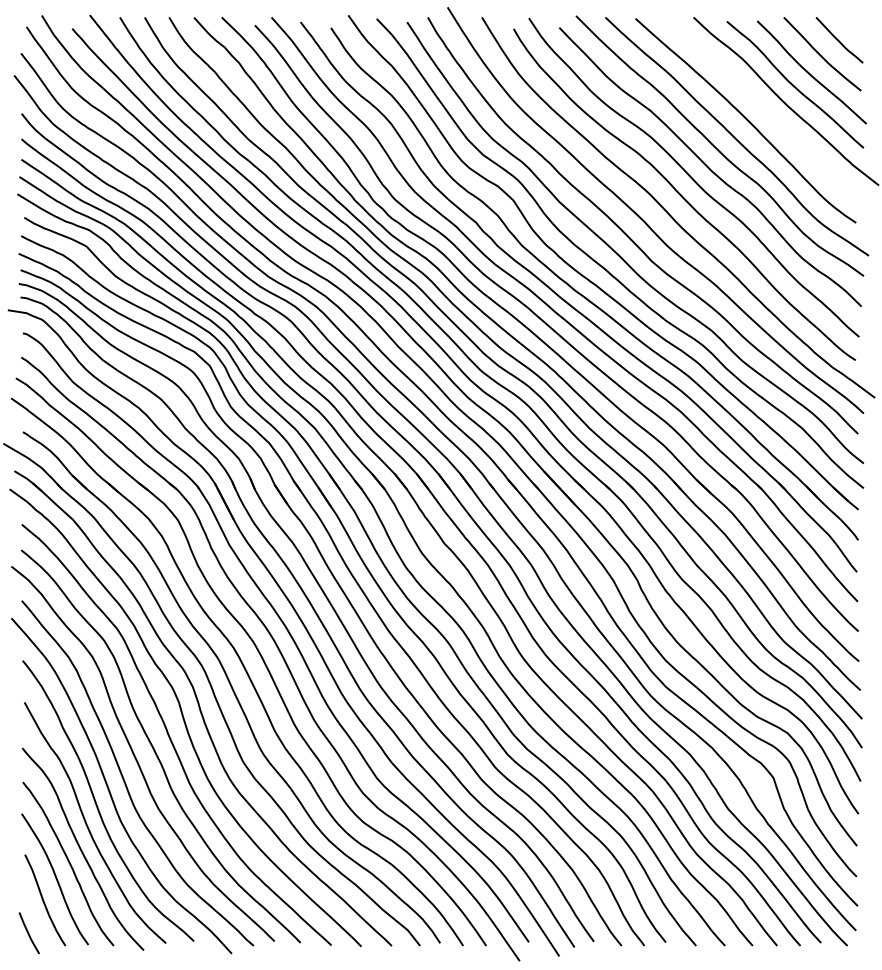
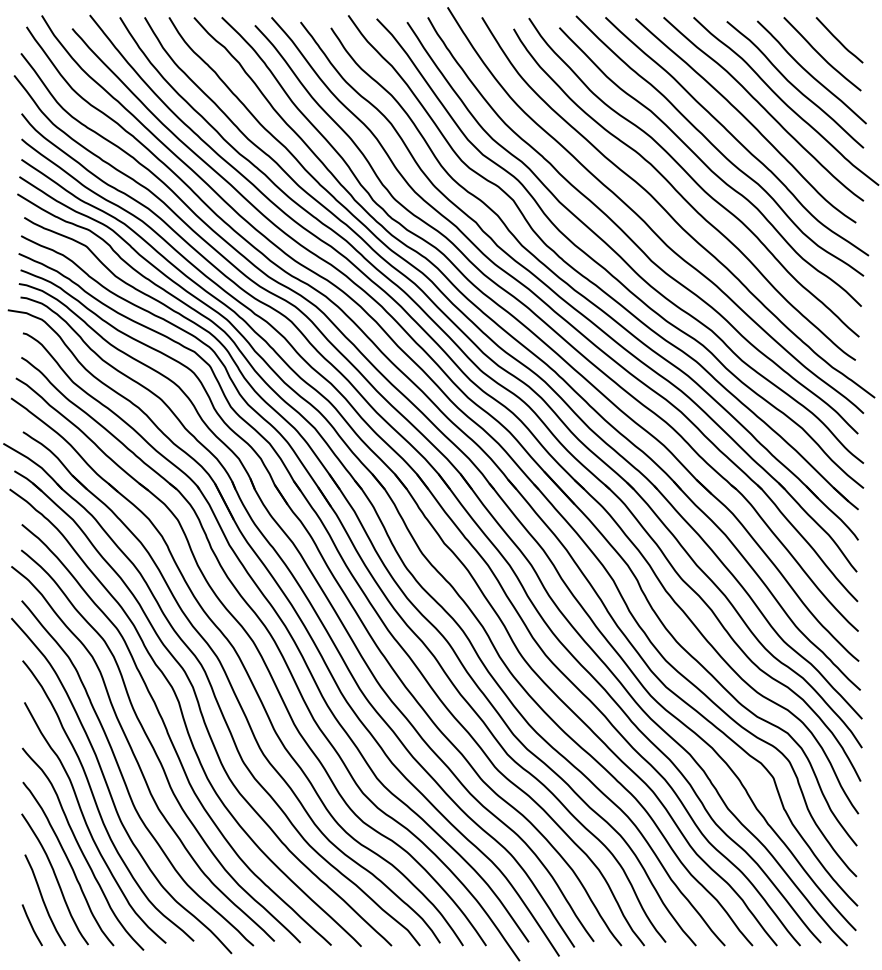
curve at (763, 109): none -> present
line at (28, 933) position: (28, 933) -> (31, 925)
